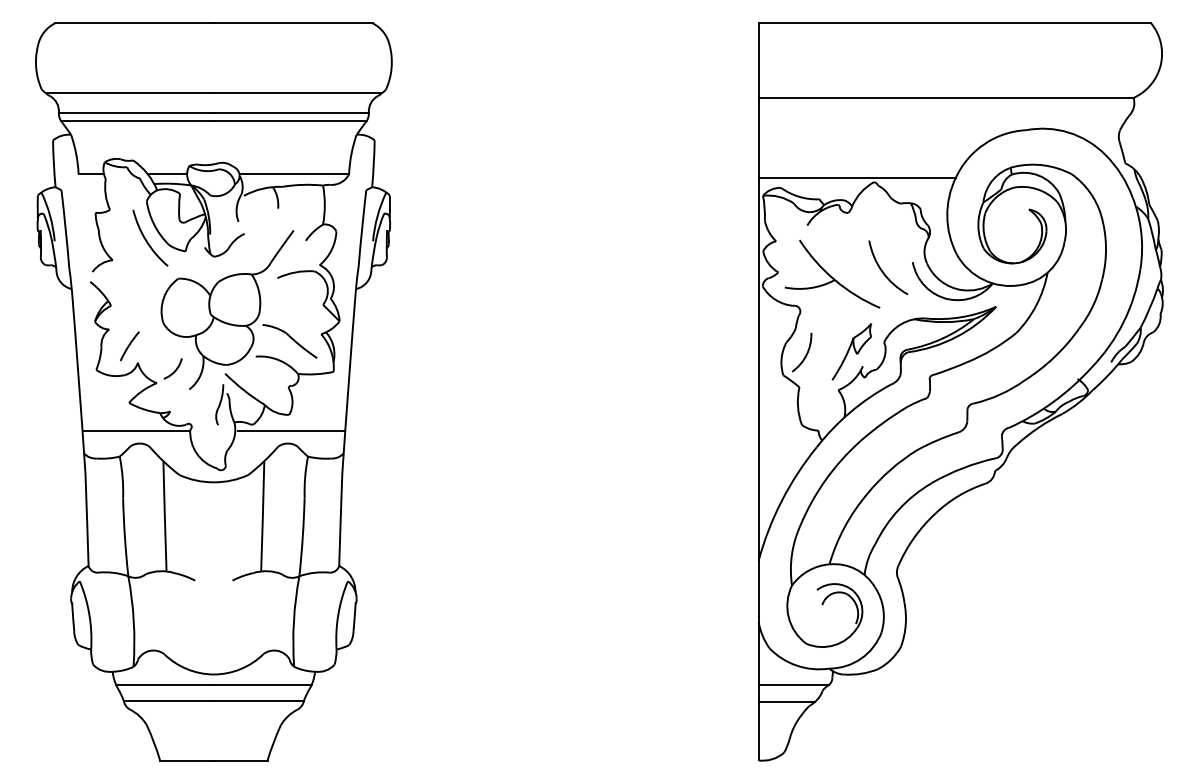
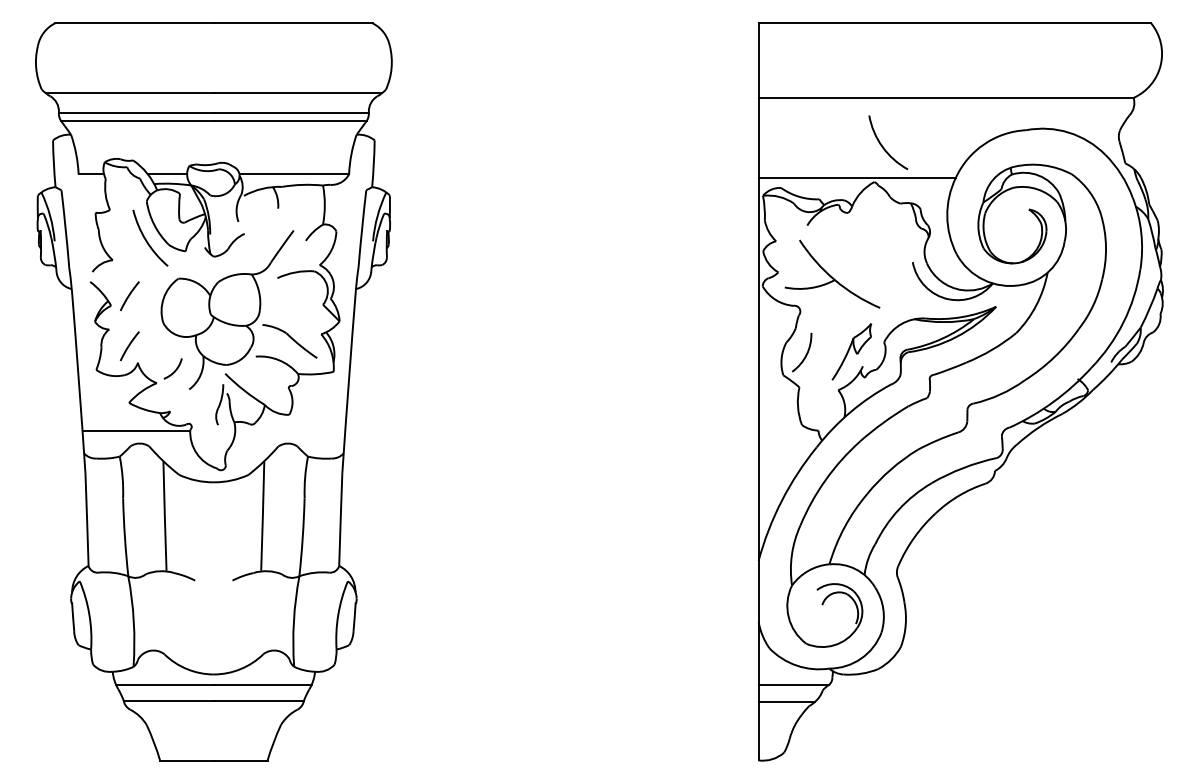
arc at (882, 269) position: (882, 269) -> (882, 144)
arc at (129, 296): none -> present
line at (291, 430): present -> none
